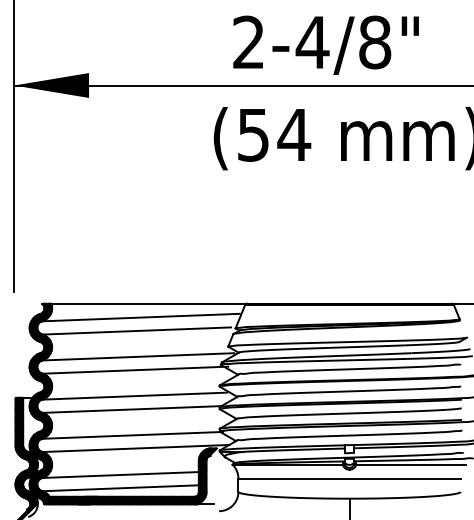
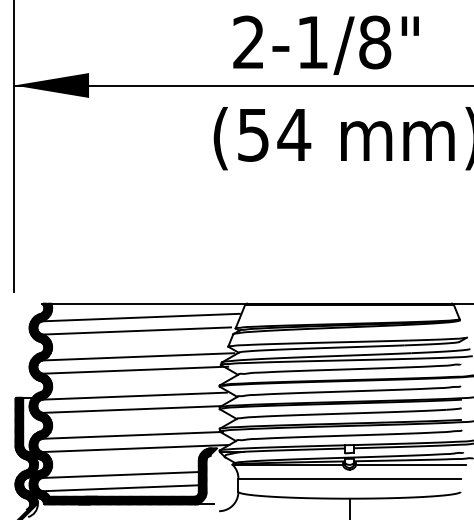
text at (312, 42): 2-4/8" -> 2-1/8"
